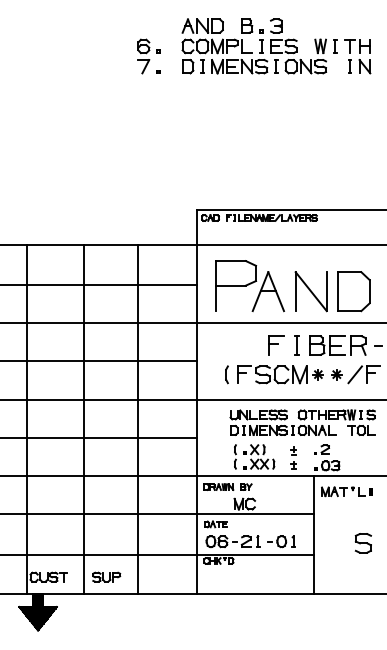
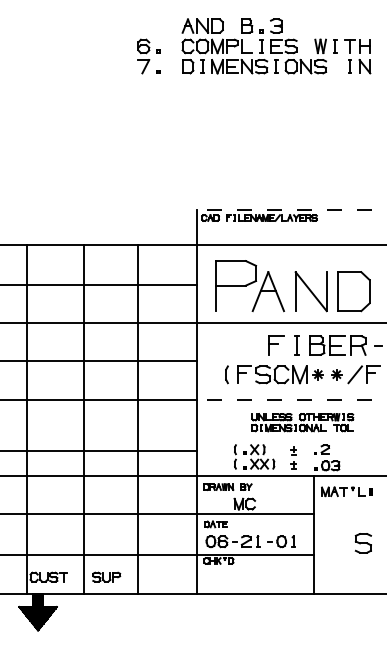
line at (291, 210): solid -> dashed
line at (291, 399): solid -> dashed
part at (302, 422) size: 147x27 px -> 104x20 px
line at (99, 437) position: (99, 437) -> (99, 450)
